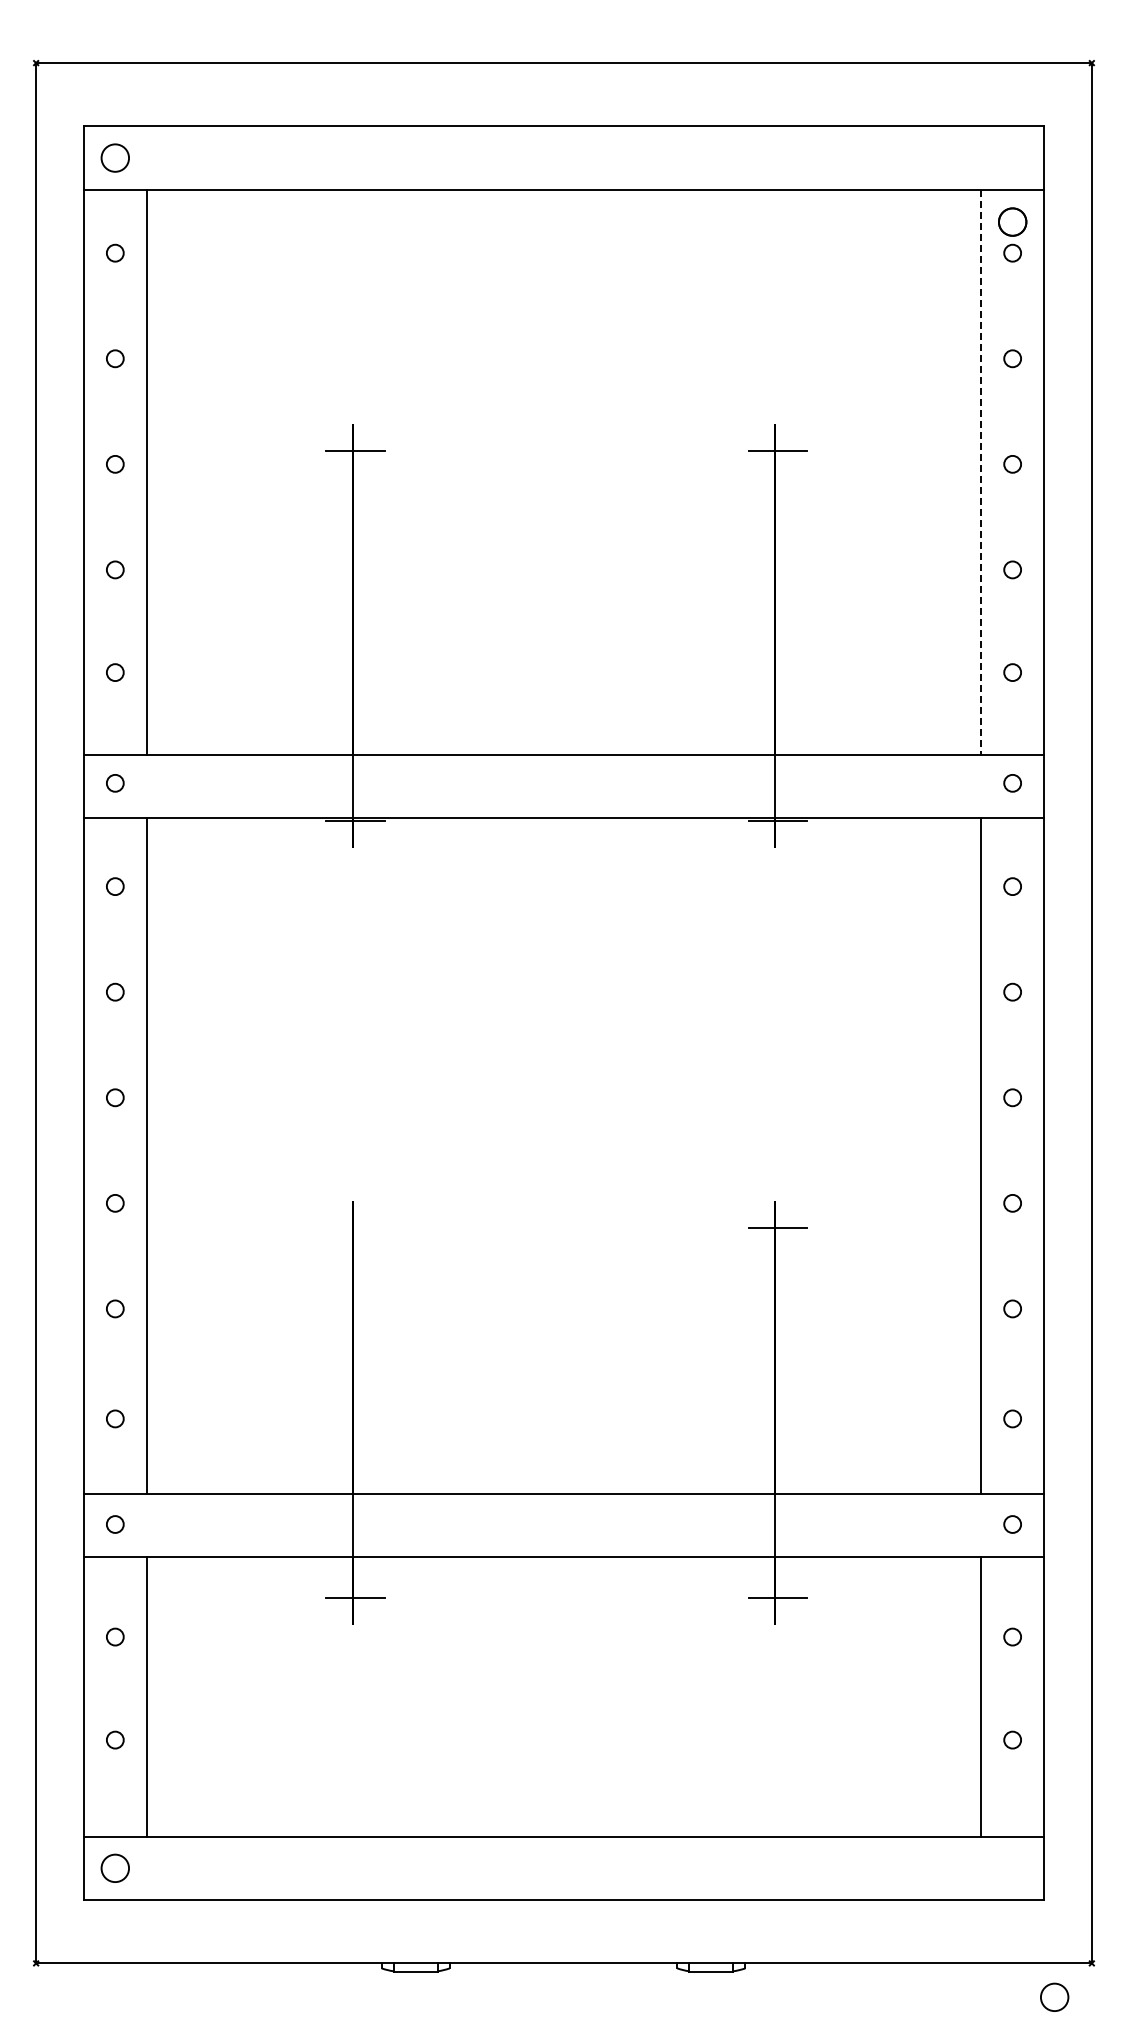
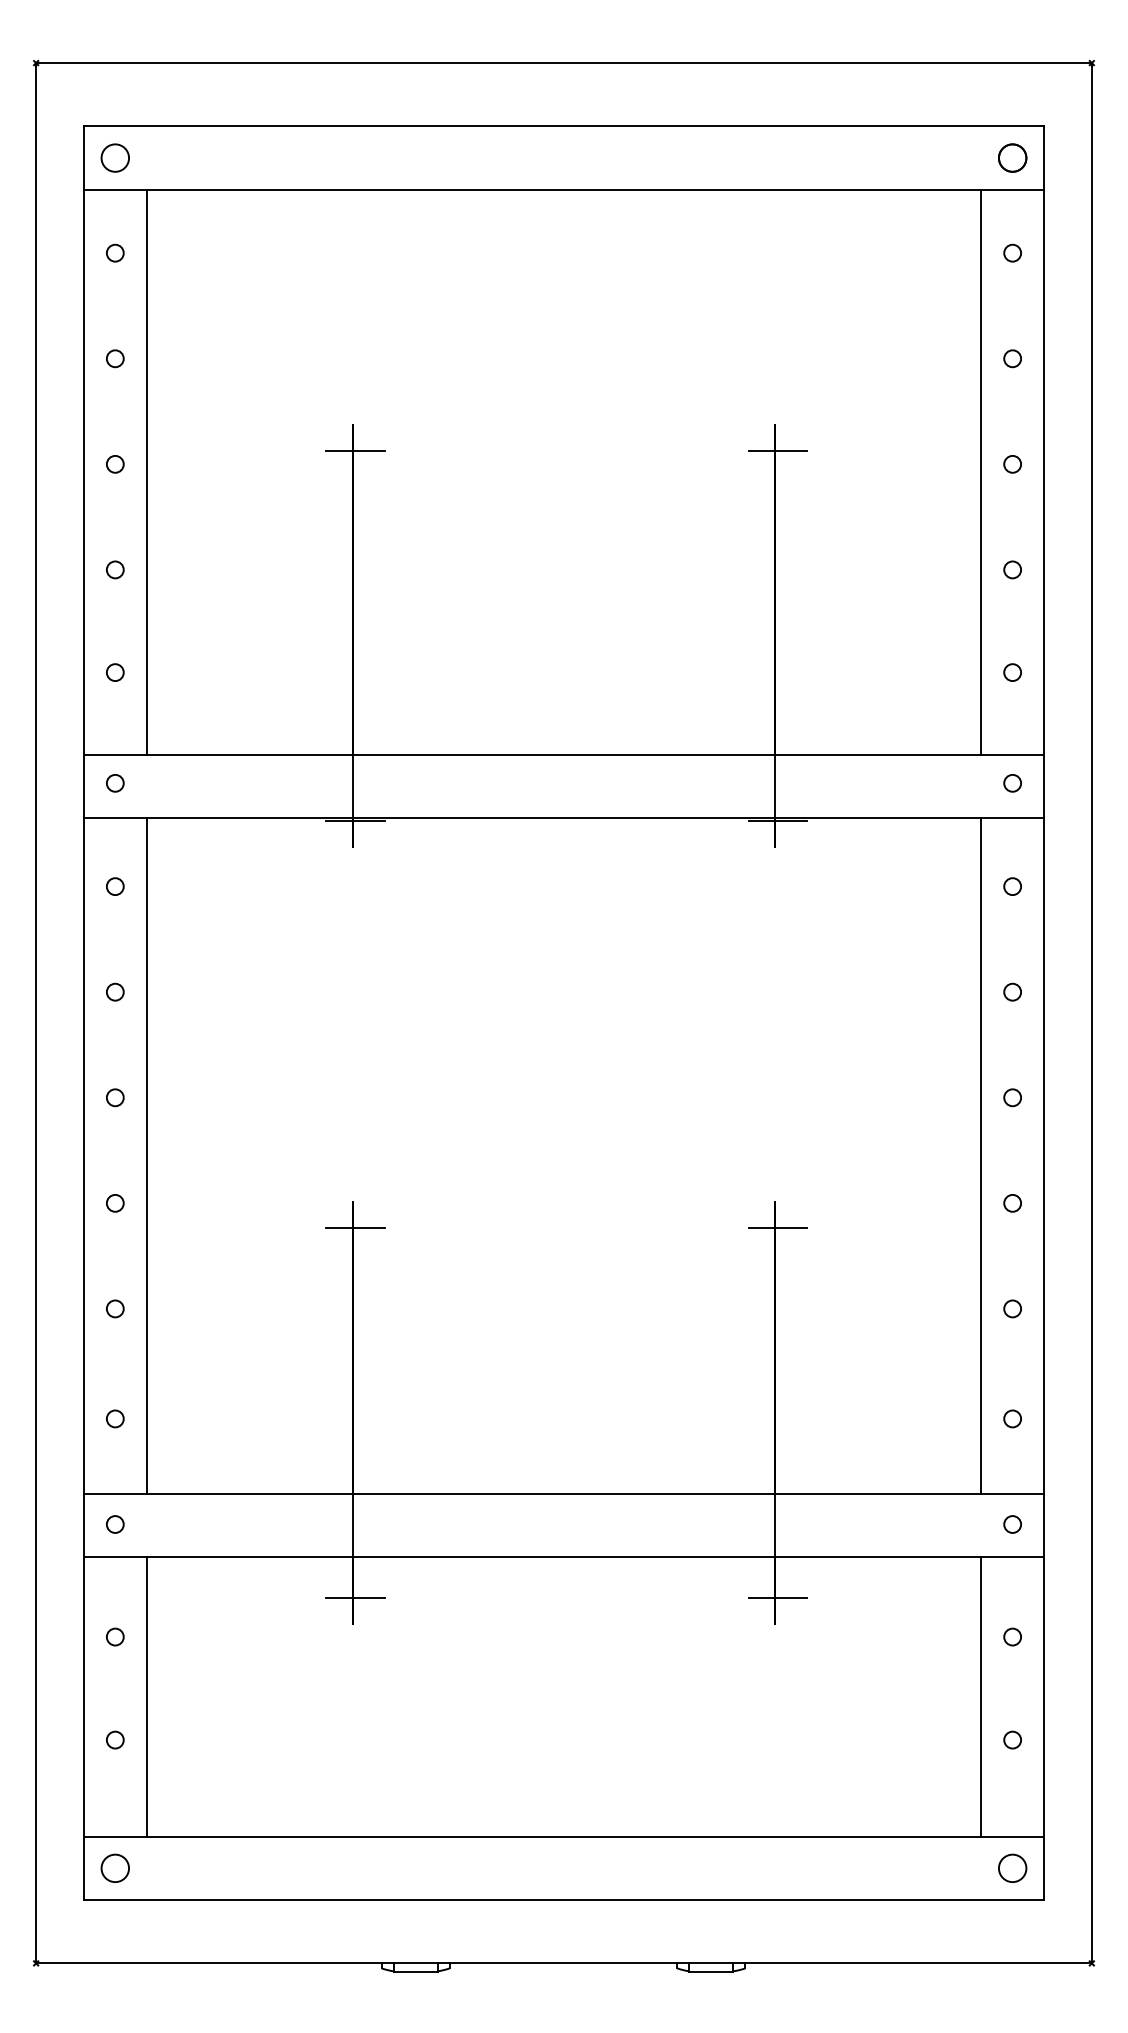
circle at (1012, 221) position: (1012, 221) -> (1012, 157)
line at (981, 472): dashed -> solid
line at (355, 1227): none -> present
circle at (1054, 1996) position: (1054, 1996) -> (1012, 1867)
